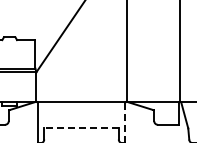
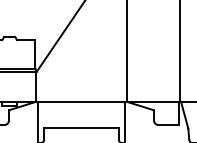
line at (125, 122): dashed -> solid
line at (81, 128): dashed -> solid
